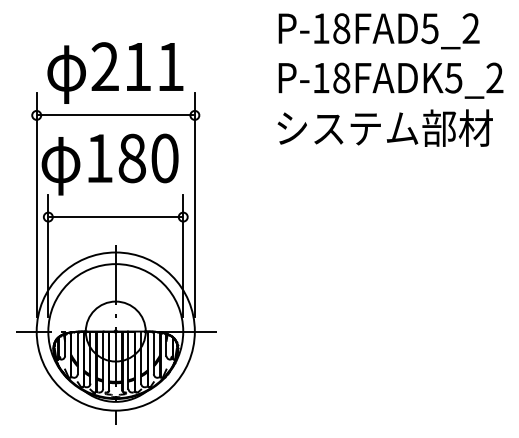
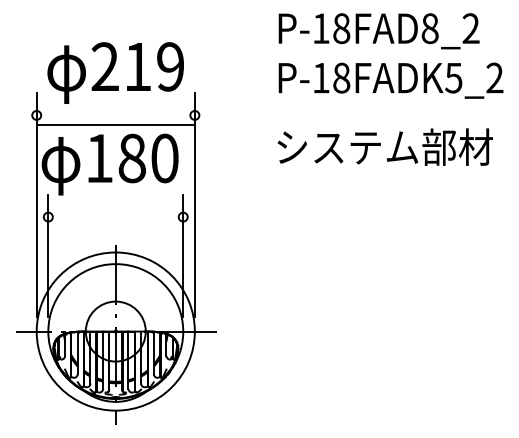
text at (429, 28): P-18FAD5_2 -> P-18FAD8_2
text at (170, 66): 211 -> 219
line at (115, 115) position: (115, 115) -> (115, 125)
text at (384, 127) position: (384, 127) -> (384, 146)
line at (115, 217): present -> none
